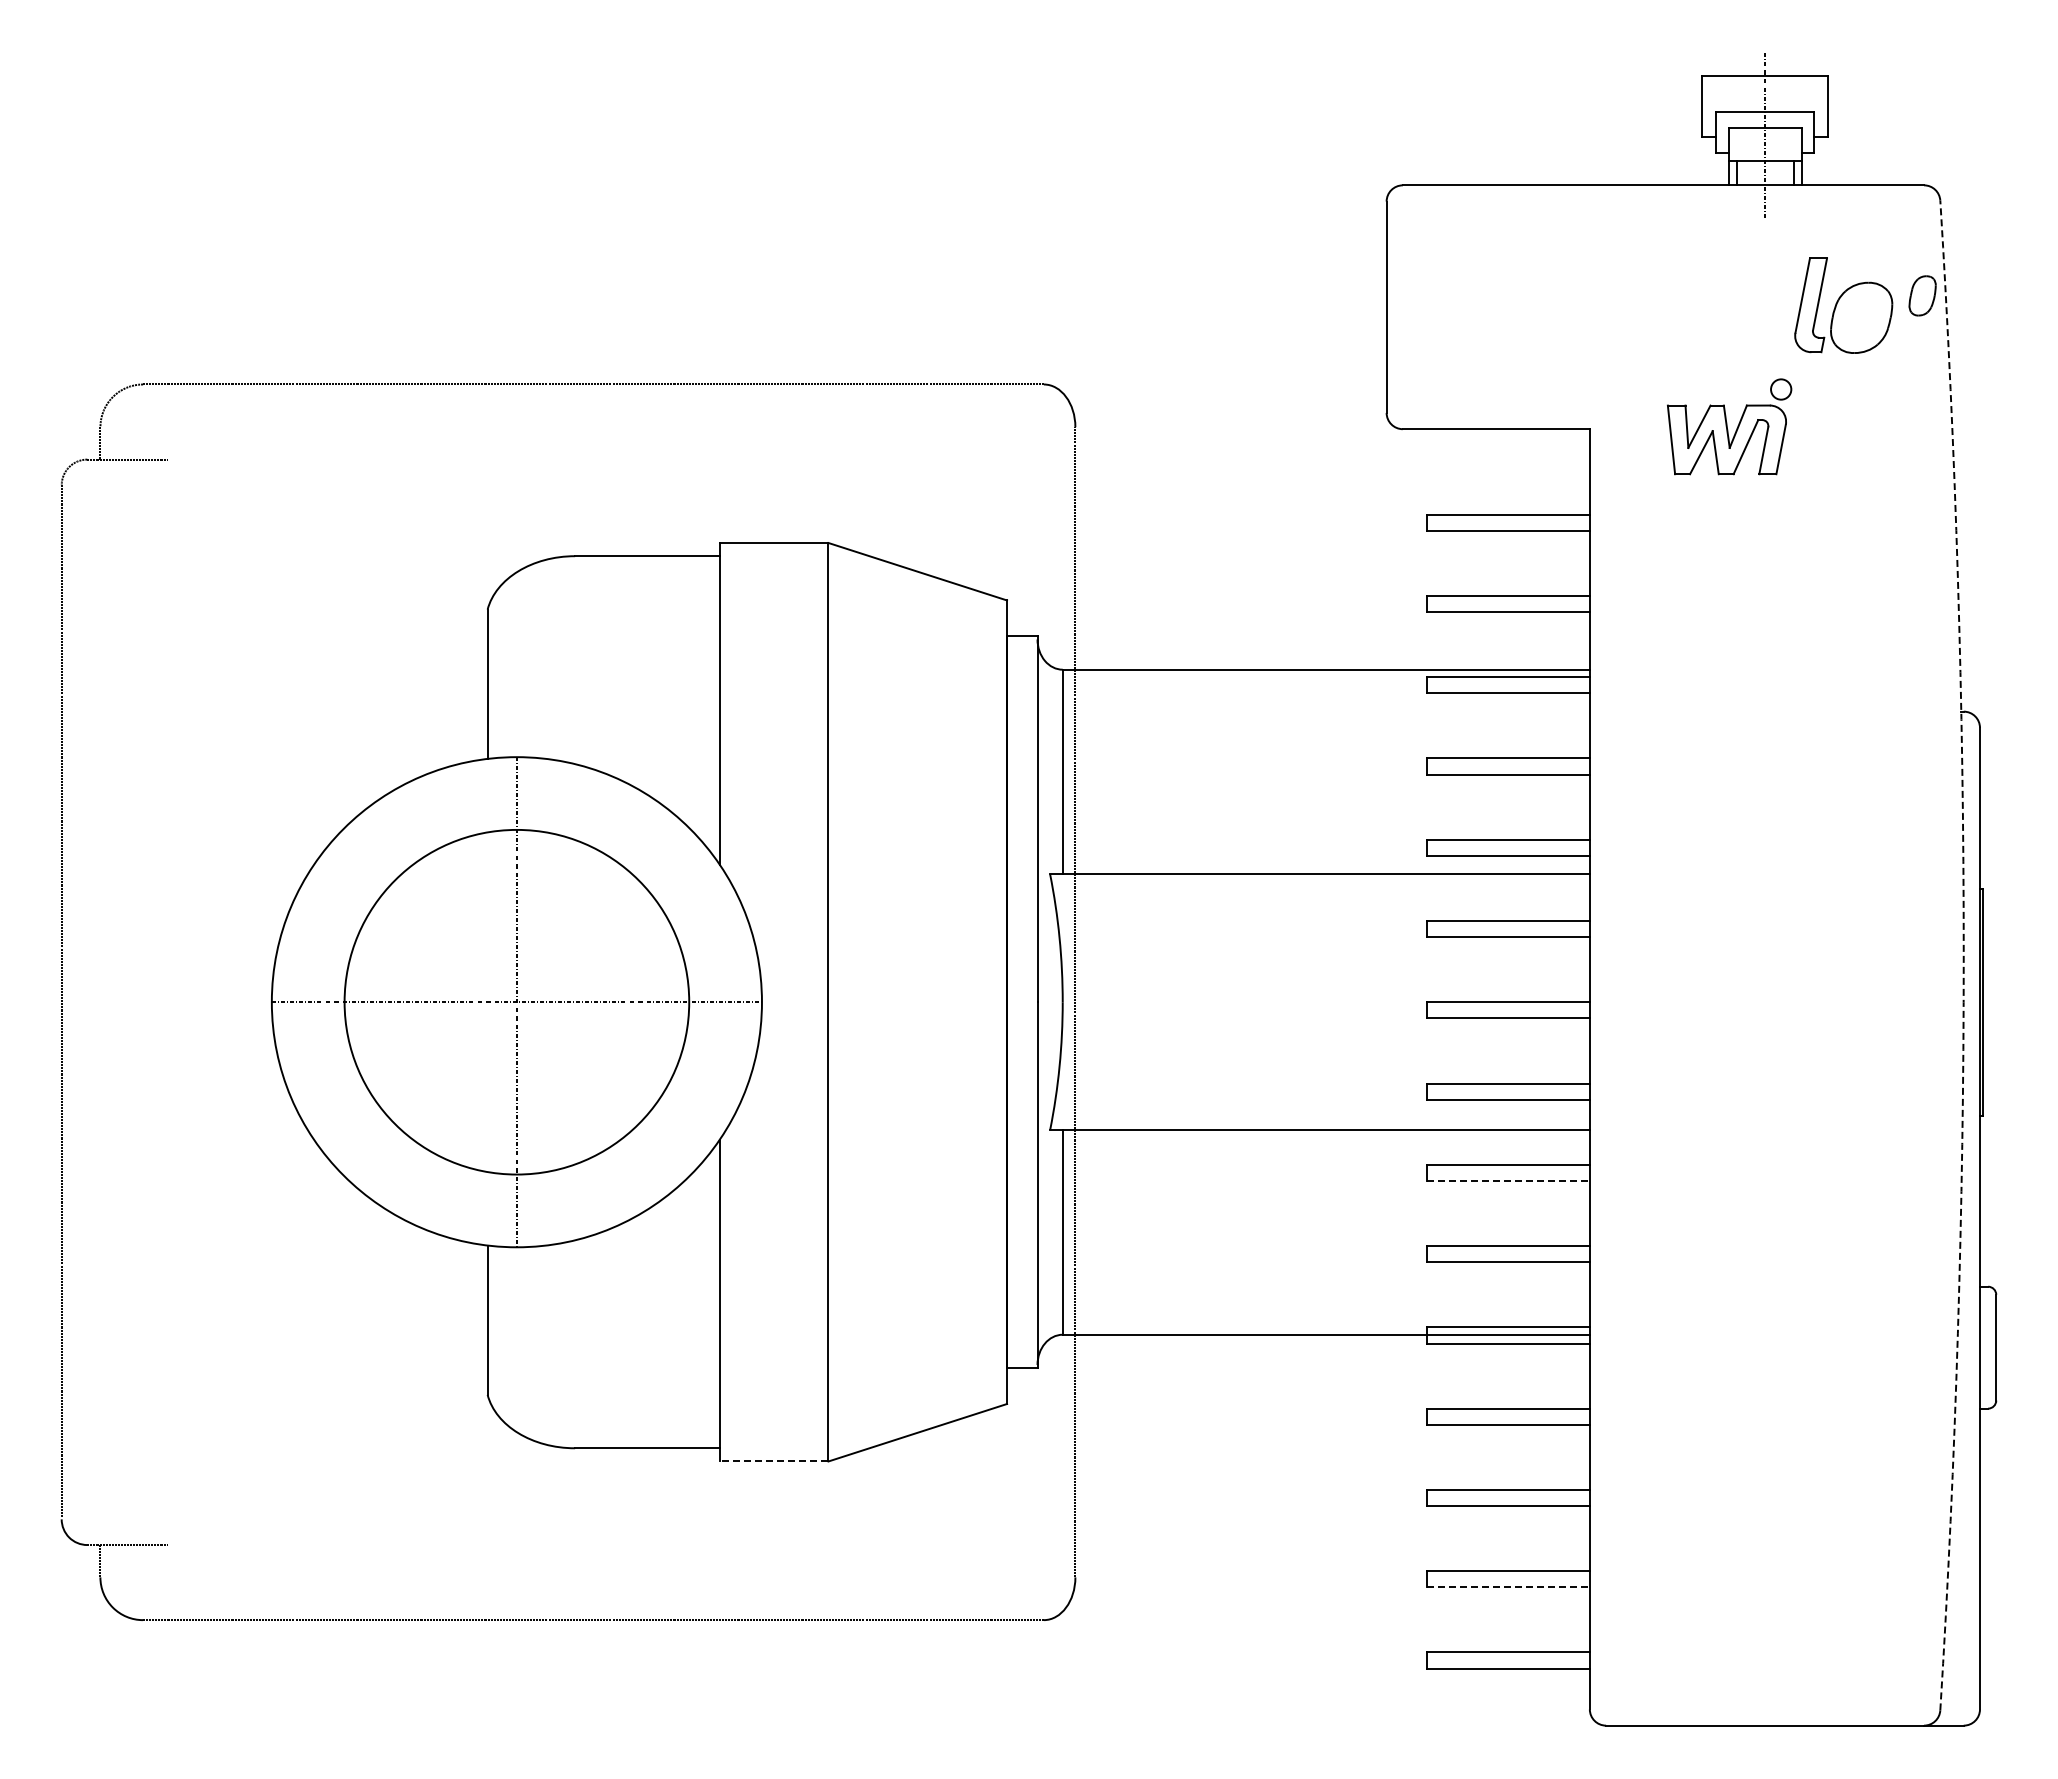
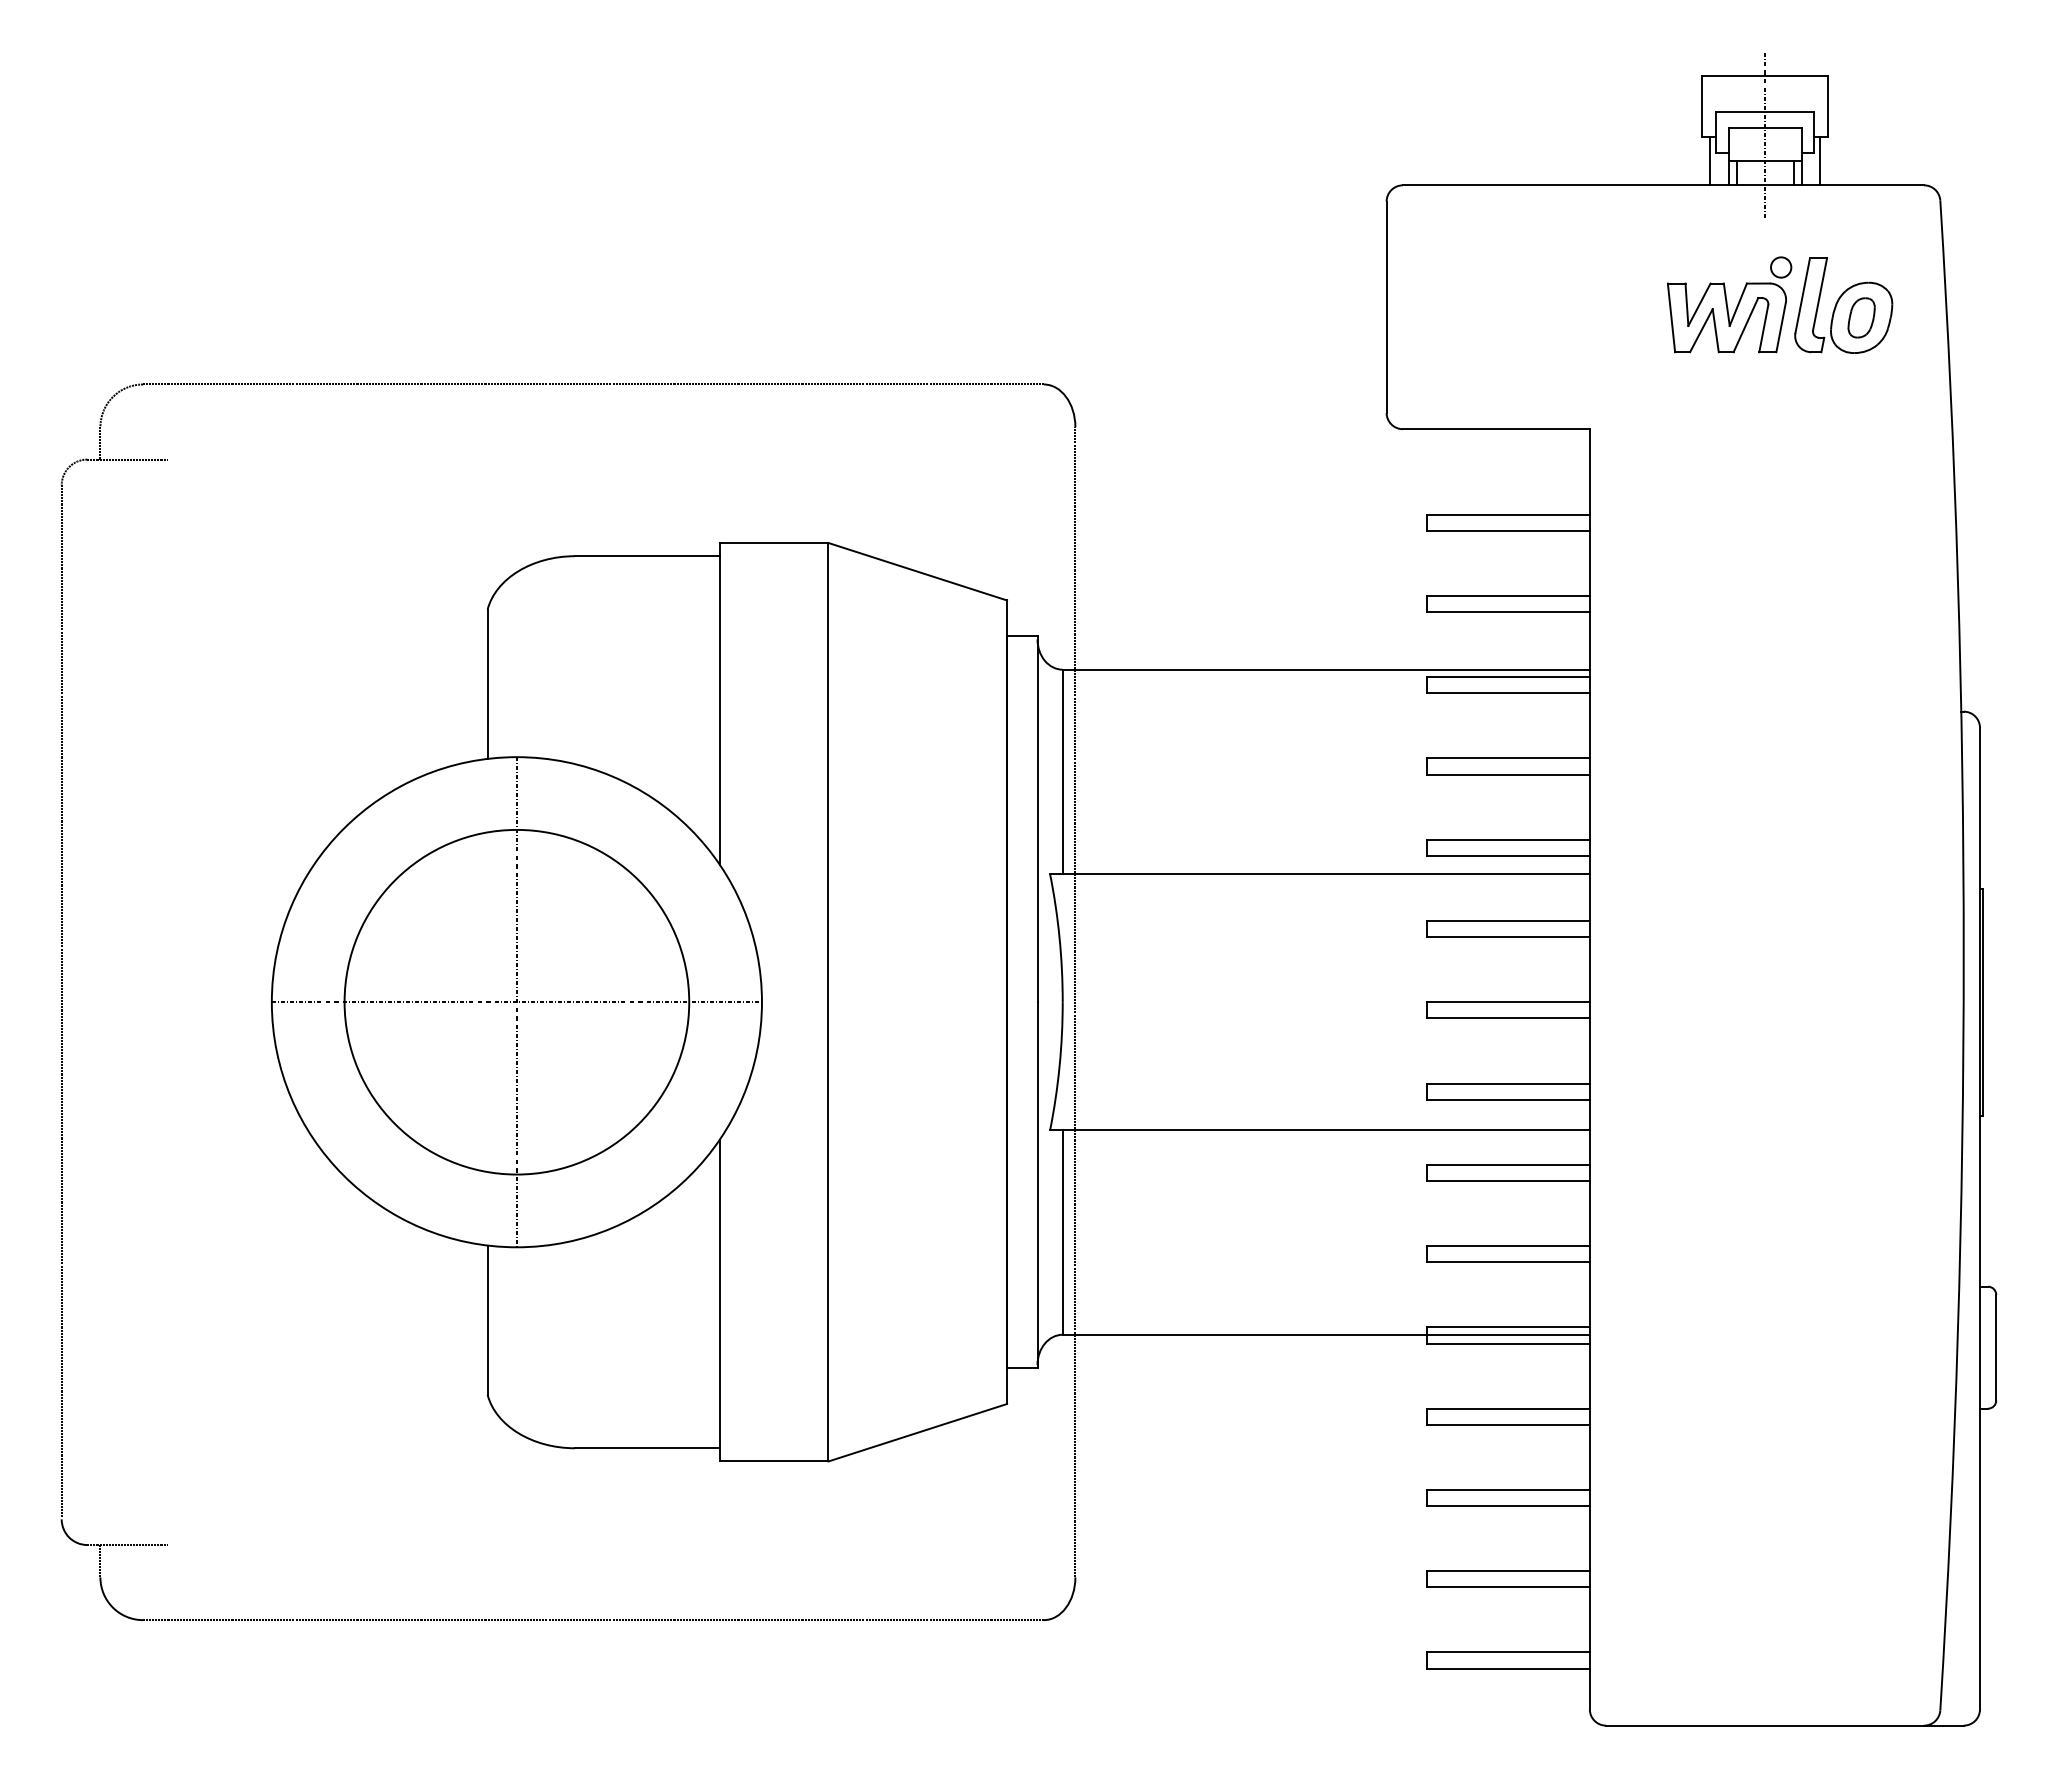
line at (1710, 160): none -> present
line at (1819, 160): none -> present
part at (1922, 295) position: (1922, 295) -> (1861, 317)
part at (1729, 426) position: (1729, 426) -> (1729, 304)
arc at (1963, 955): dashed -> solid
line at (1509, 1181): dashed -> solid
line at (773, 1461): dashed -> solid
line at (1509, 1587): dashed -> solid
